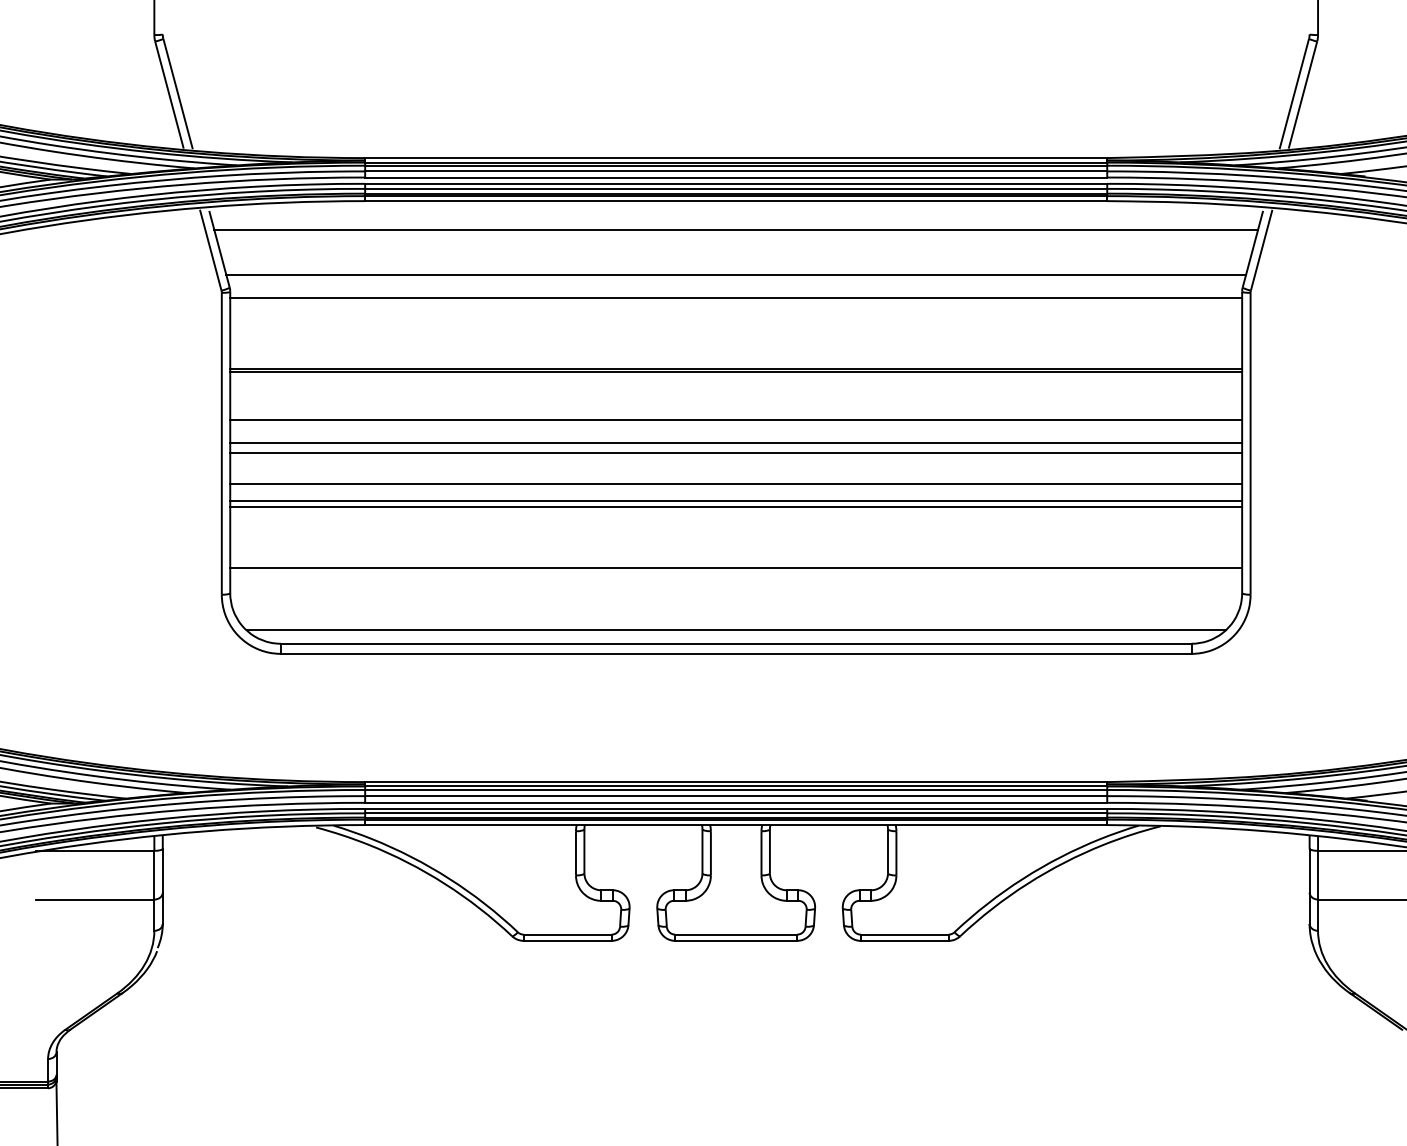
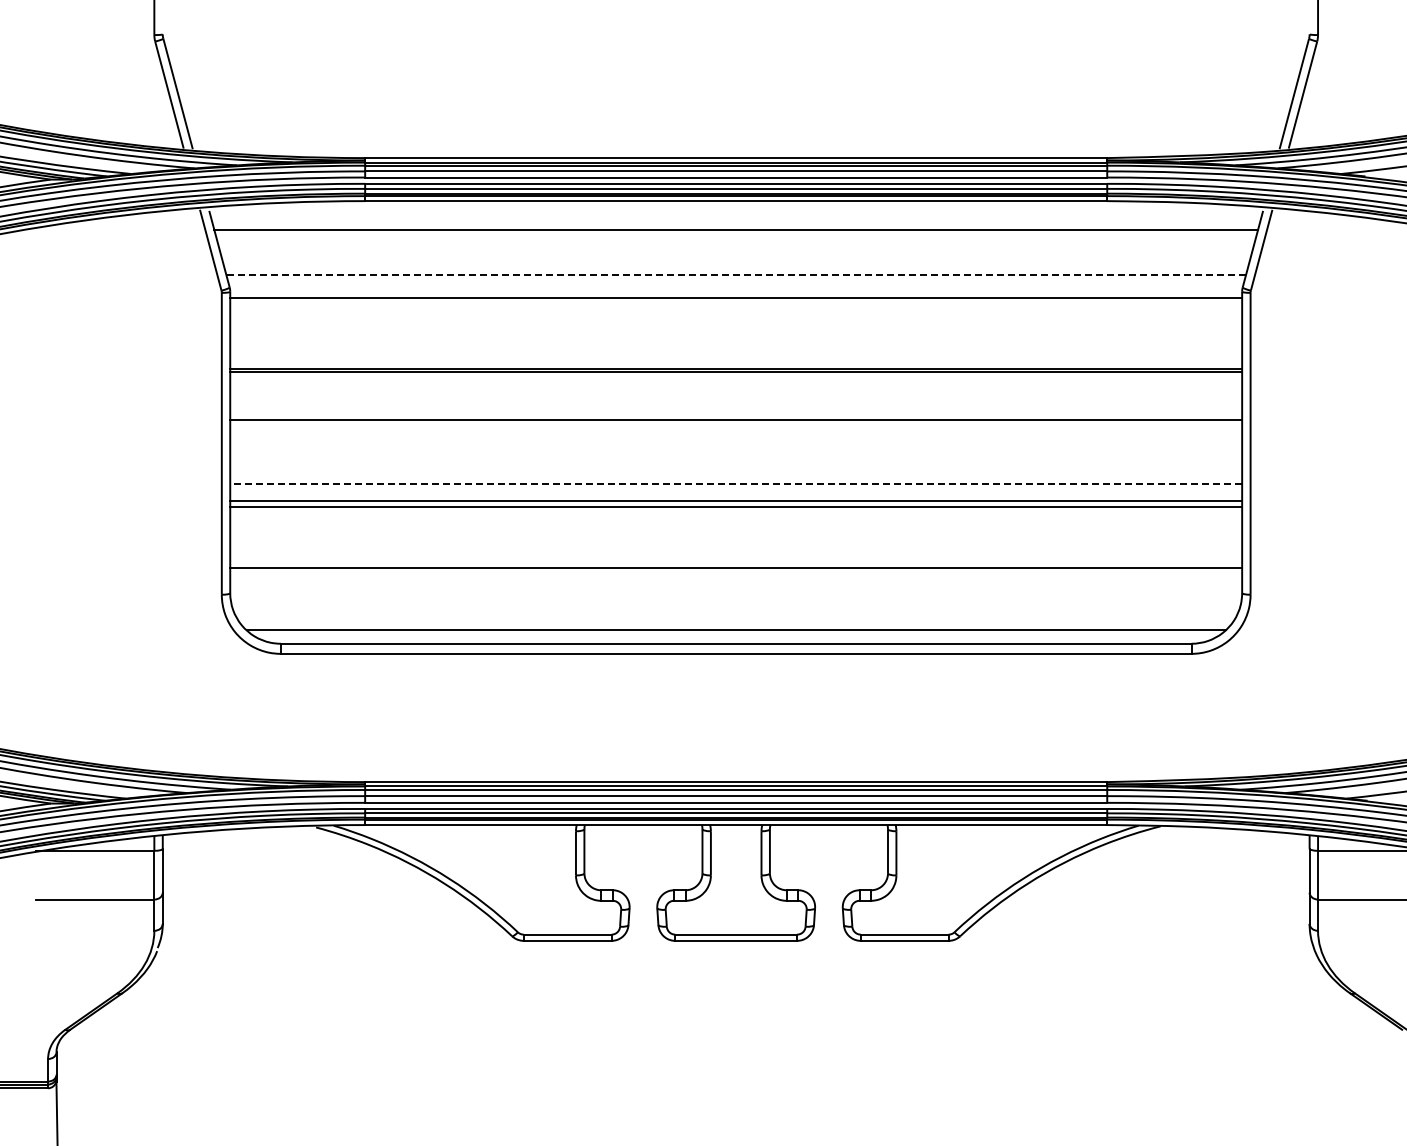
line at (736, 275): solid -> dashed
line at (736, 443): present -> none
line at (736, 452): present -> none
line at (736, 483): solid -> dashed
